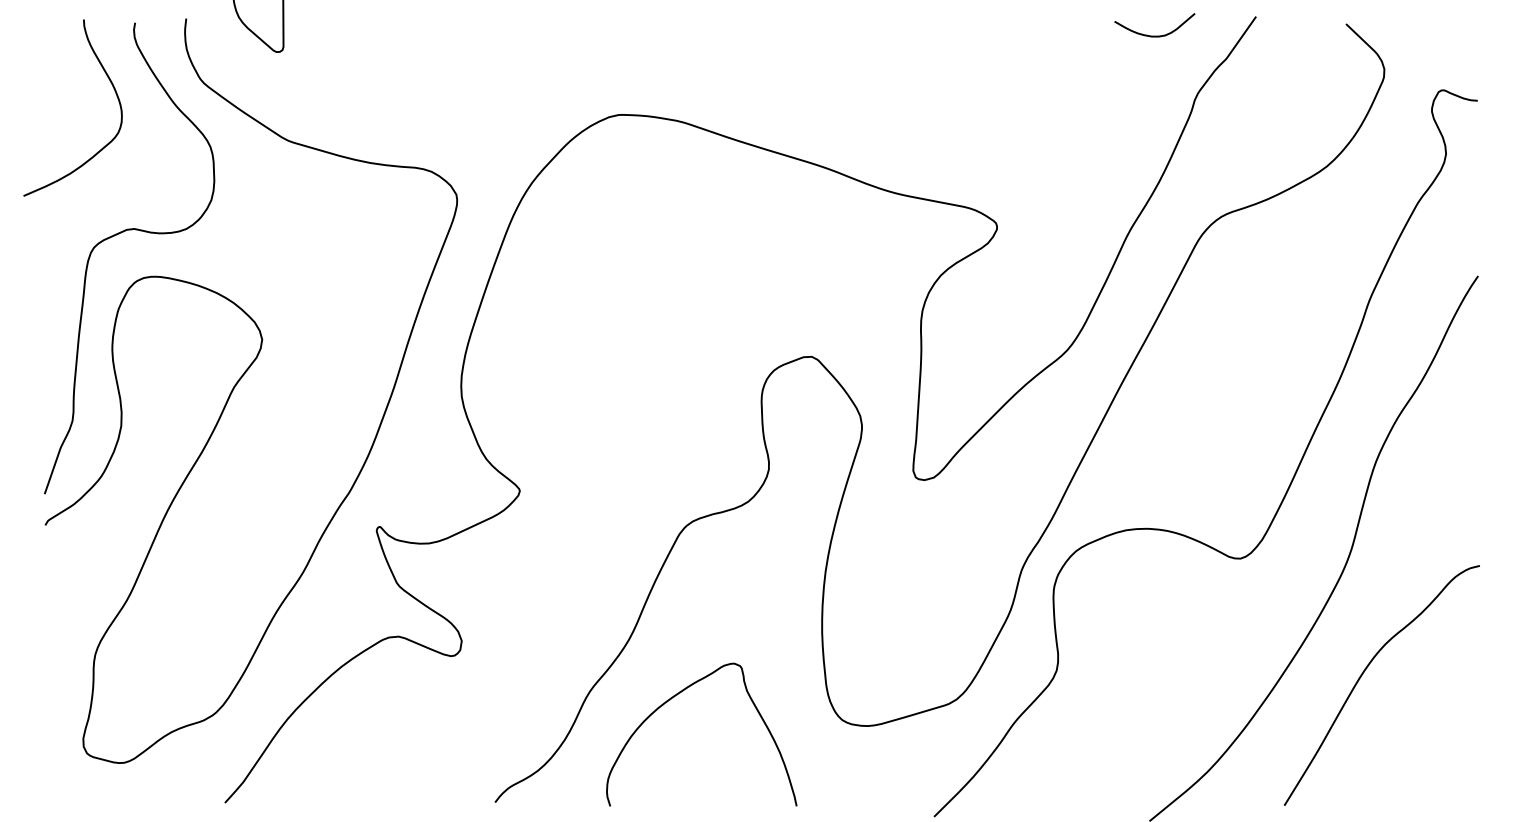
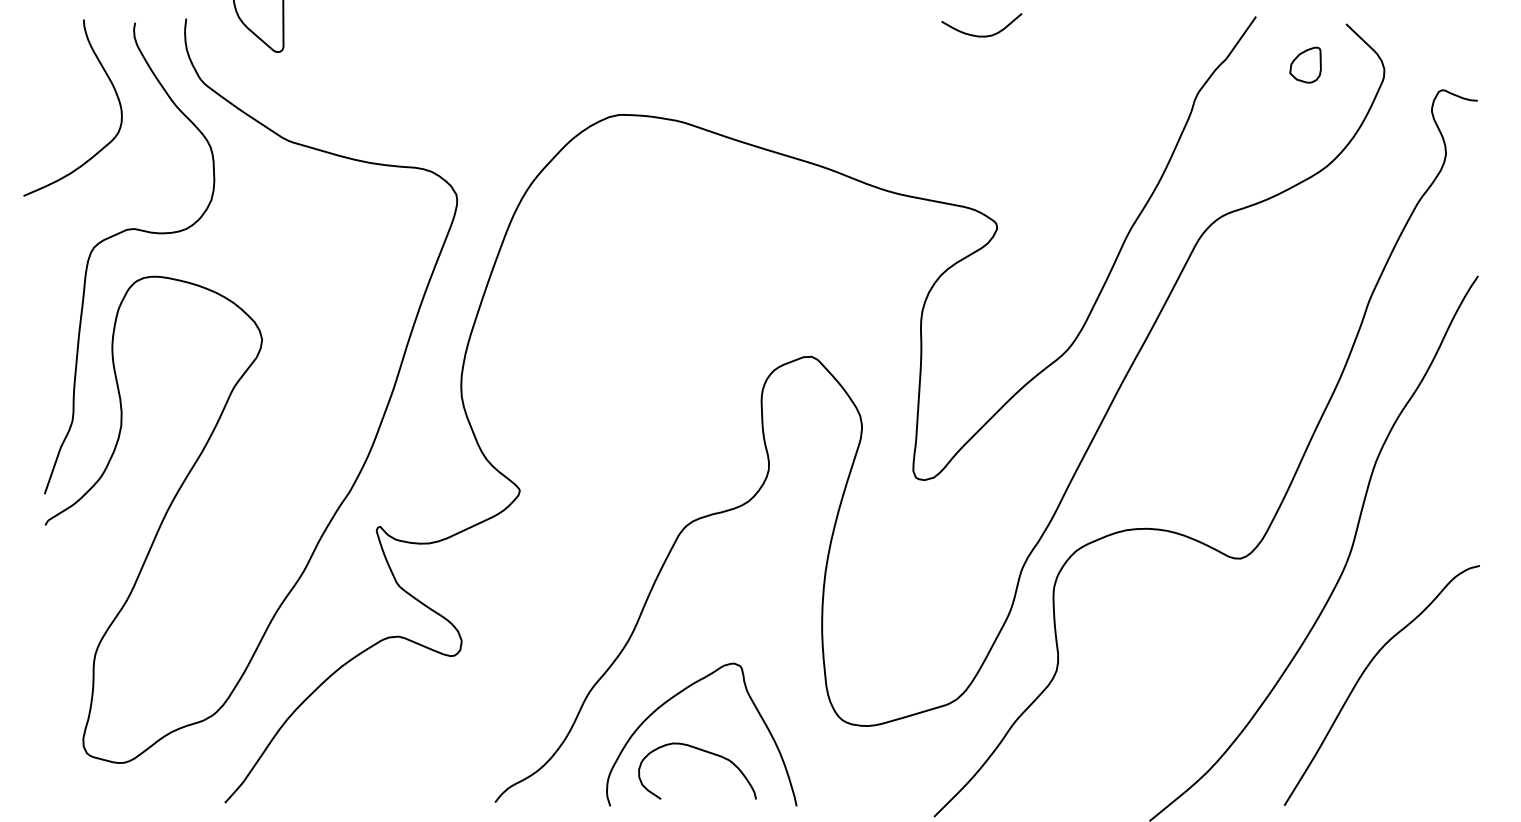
curve at (1154, 35) position: (1154, 35) -> (981, 35)
part at (1305, 64): none -> present
curve at (702, 751): none -> present
